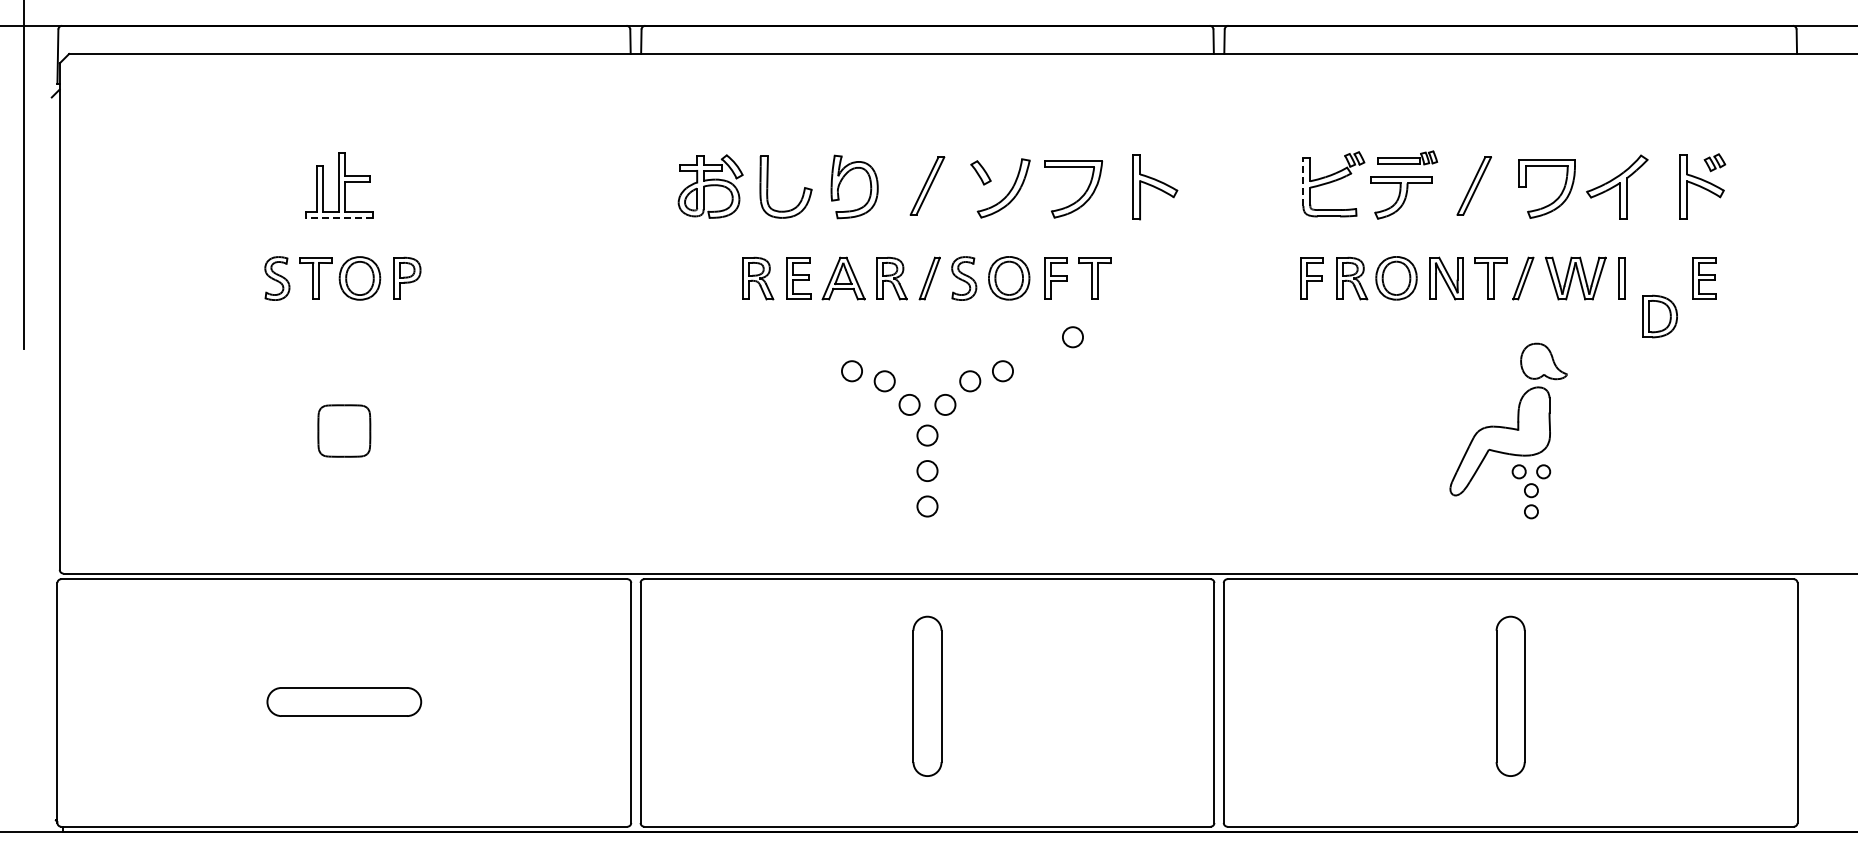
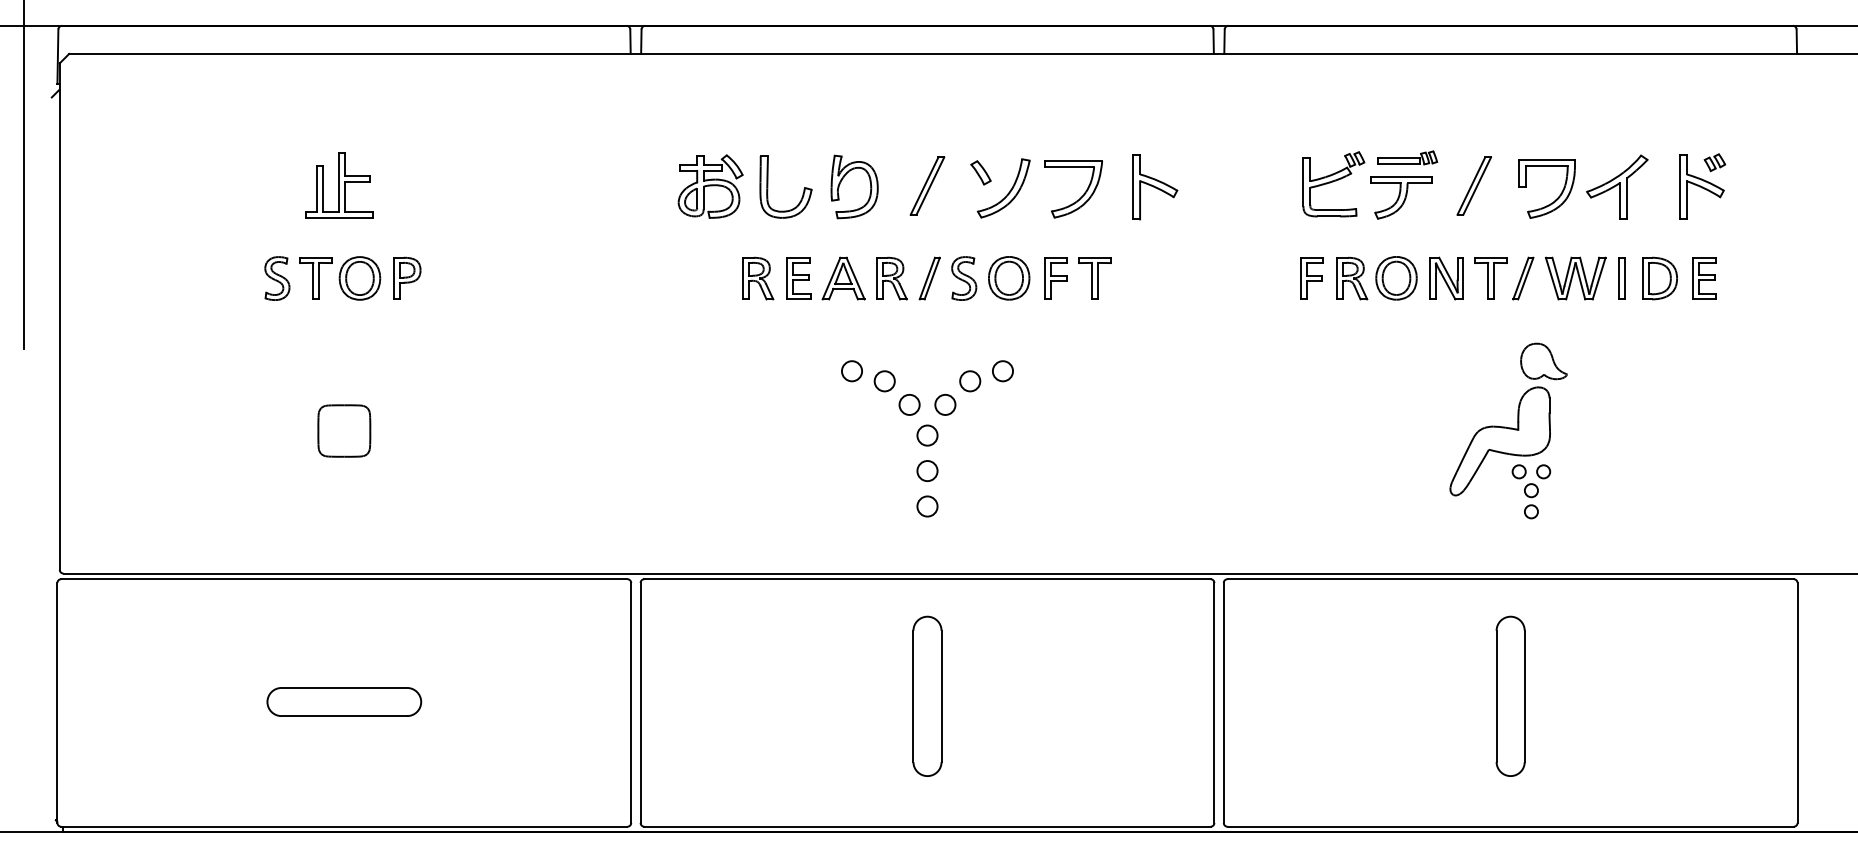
line at (1303, 182): dashed -> solid
line at (339, 218): dashed -> solid
part at (1659, 316) position: (1659, 316) -> (1659, 278)
circle at (1072, 337): present -> none
